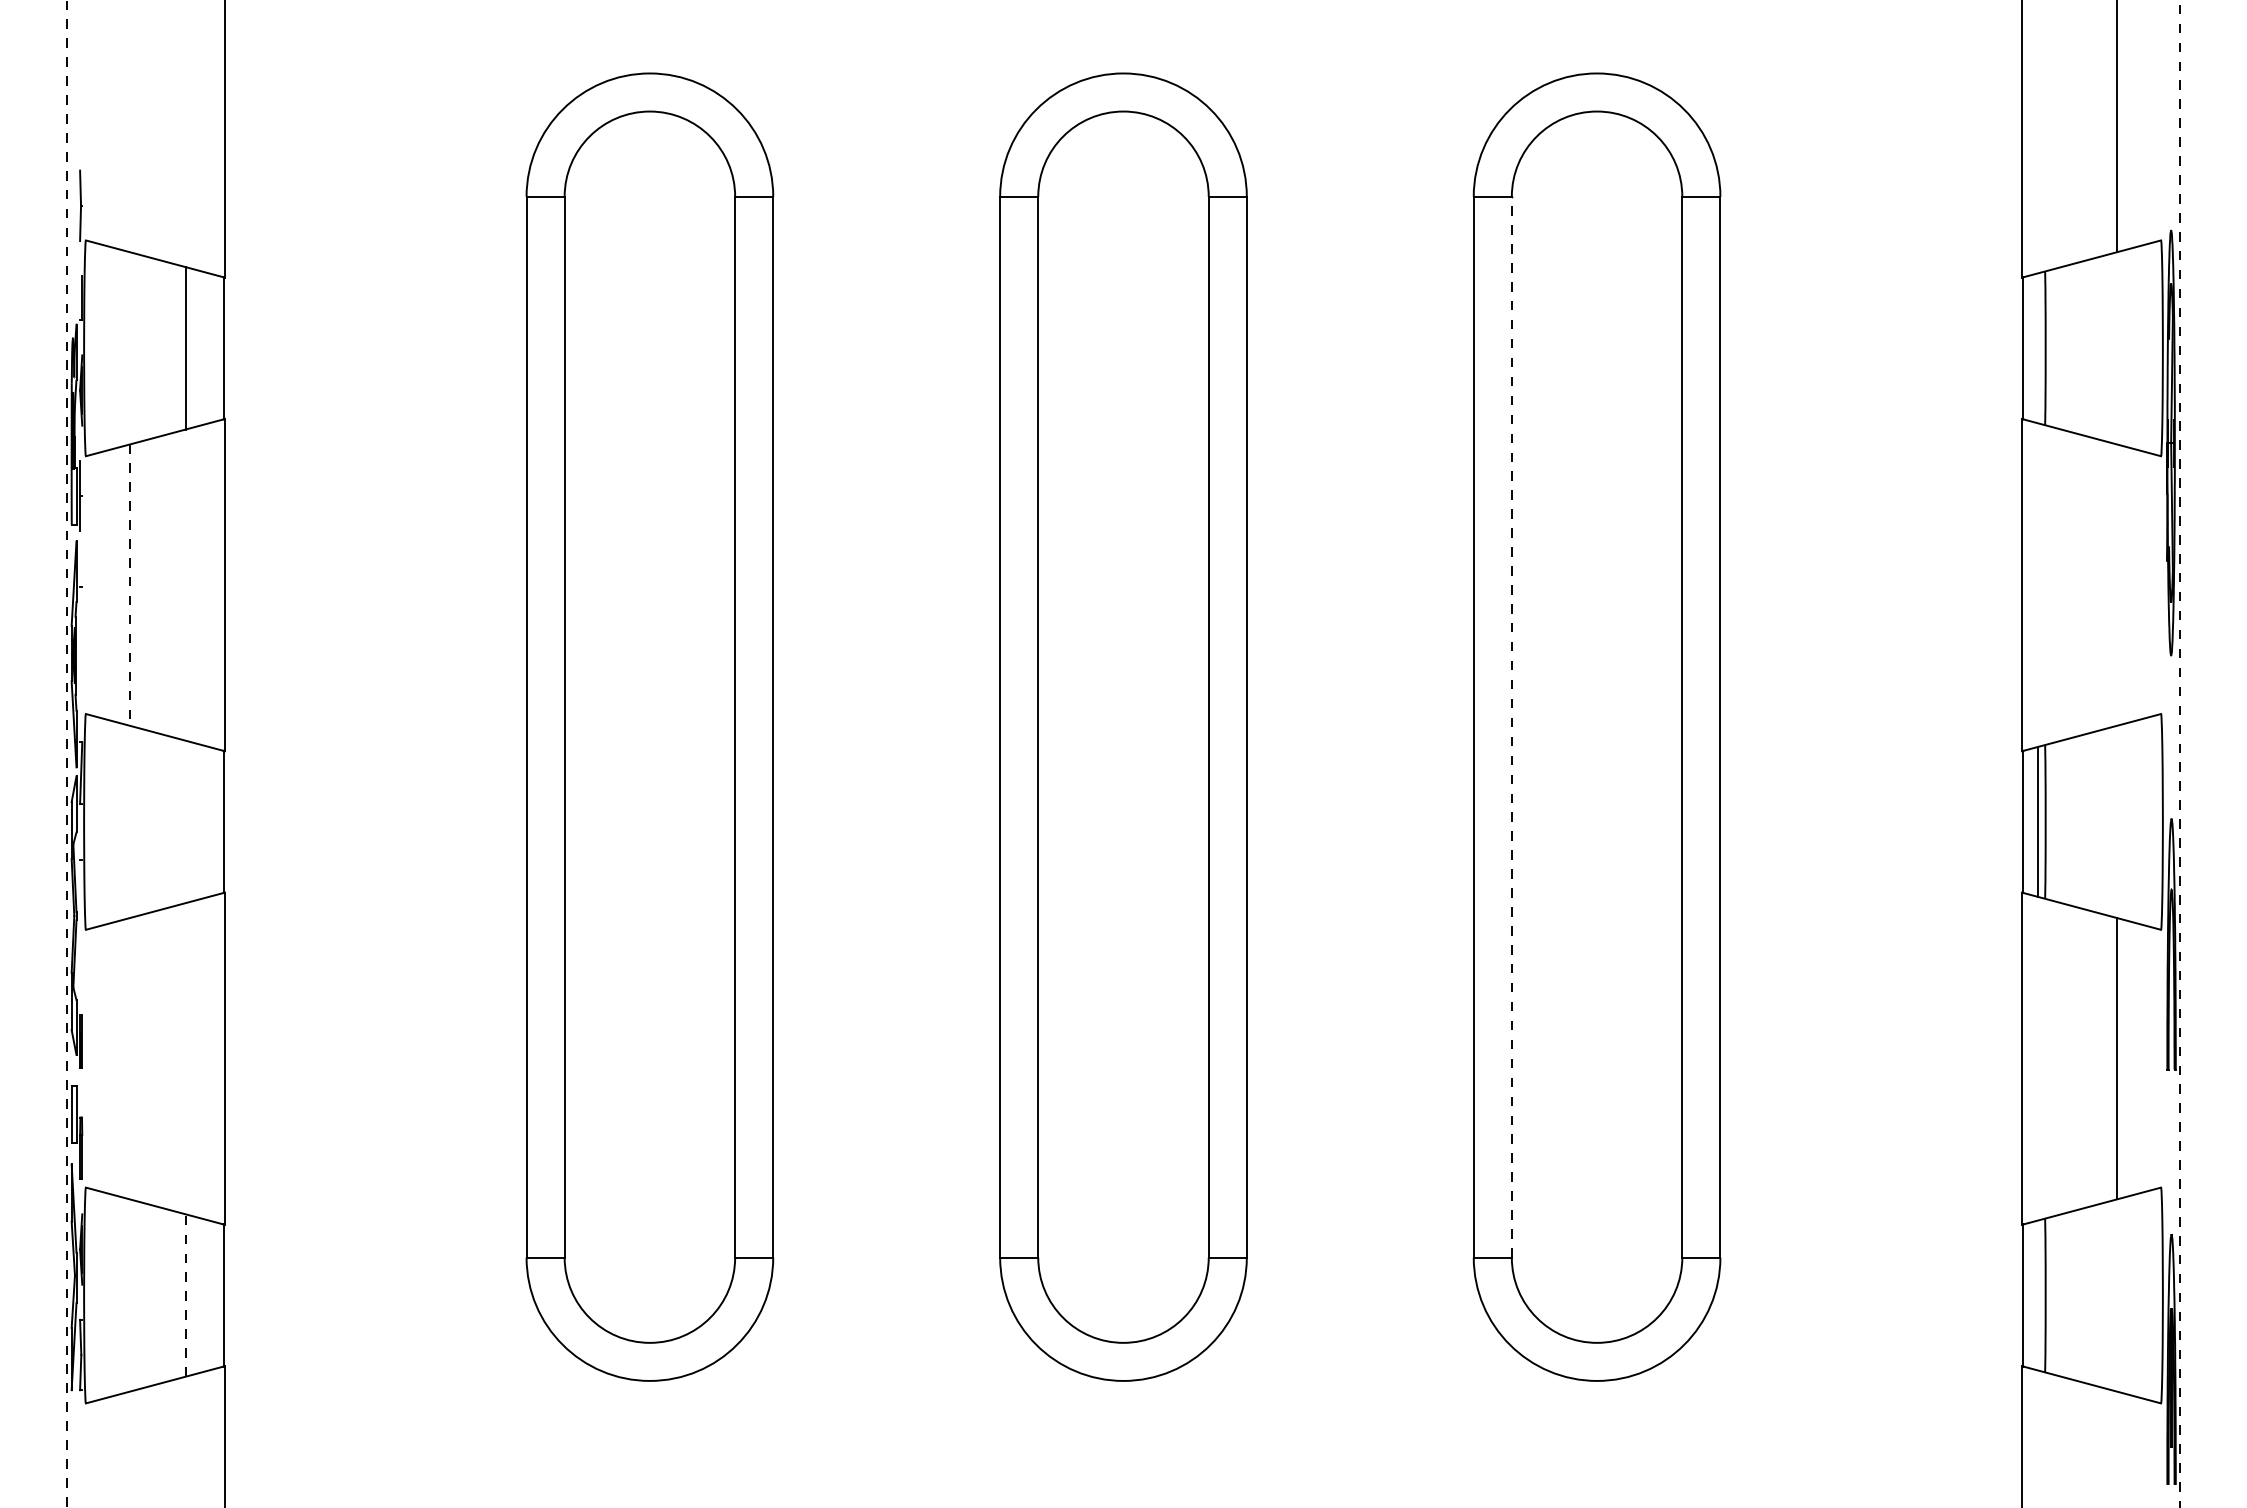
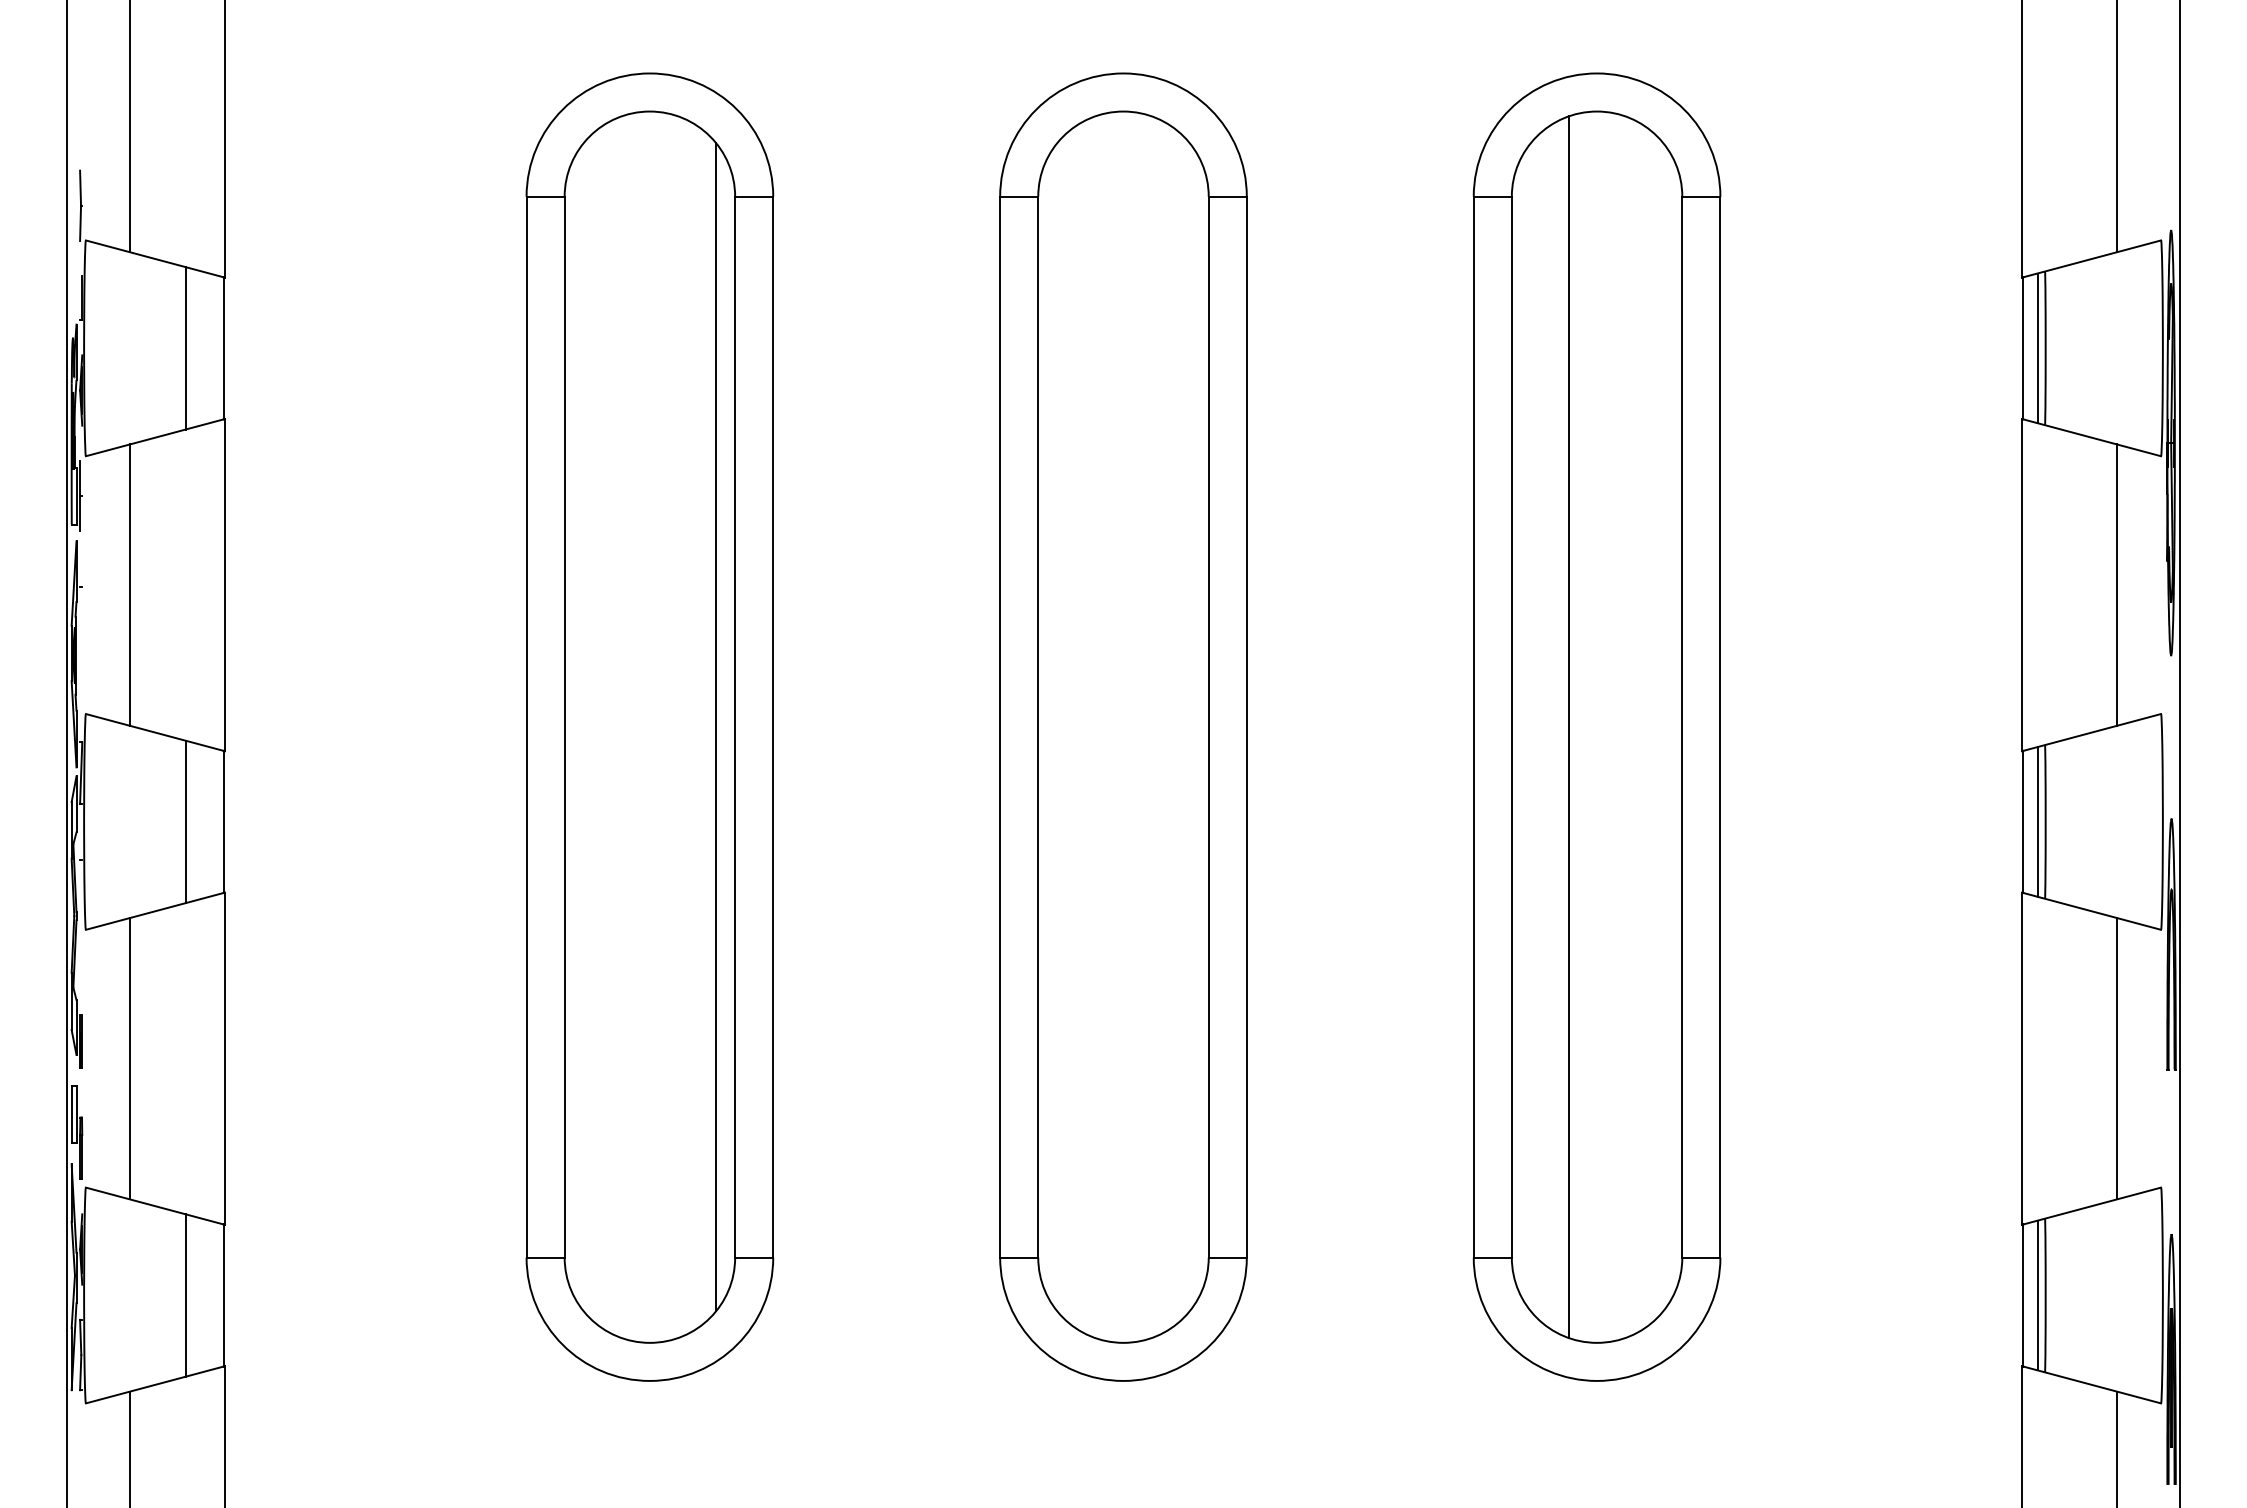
line at (130, 127): none -> present
line at (2037, 348): none -> present
line at (2116, 584): none -> present
line at (130, 585): dashed -> solid
line at (1511, 726): dashed -> solid
line at (1568, 726): none -> present
line at (716, 727): none -> present
line at (2179, 753): dashed -> solid
line at (67, 754): dashed -> solid
line at (185, 821): none -> present
line at (130, 1058): none -> present
line at (185, 1295): dashed -> solid
line at (2037, 1295): none -> present
line at (130, 1447): none -> present
line at (2116, 1447): none -> present
